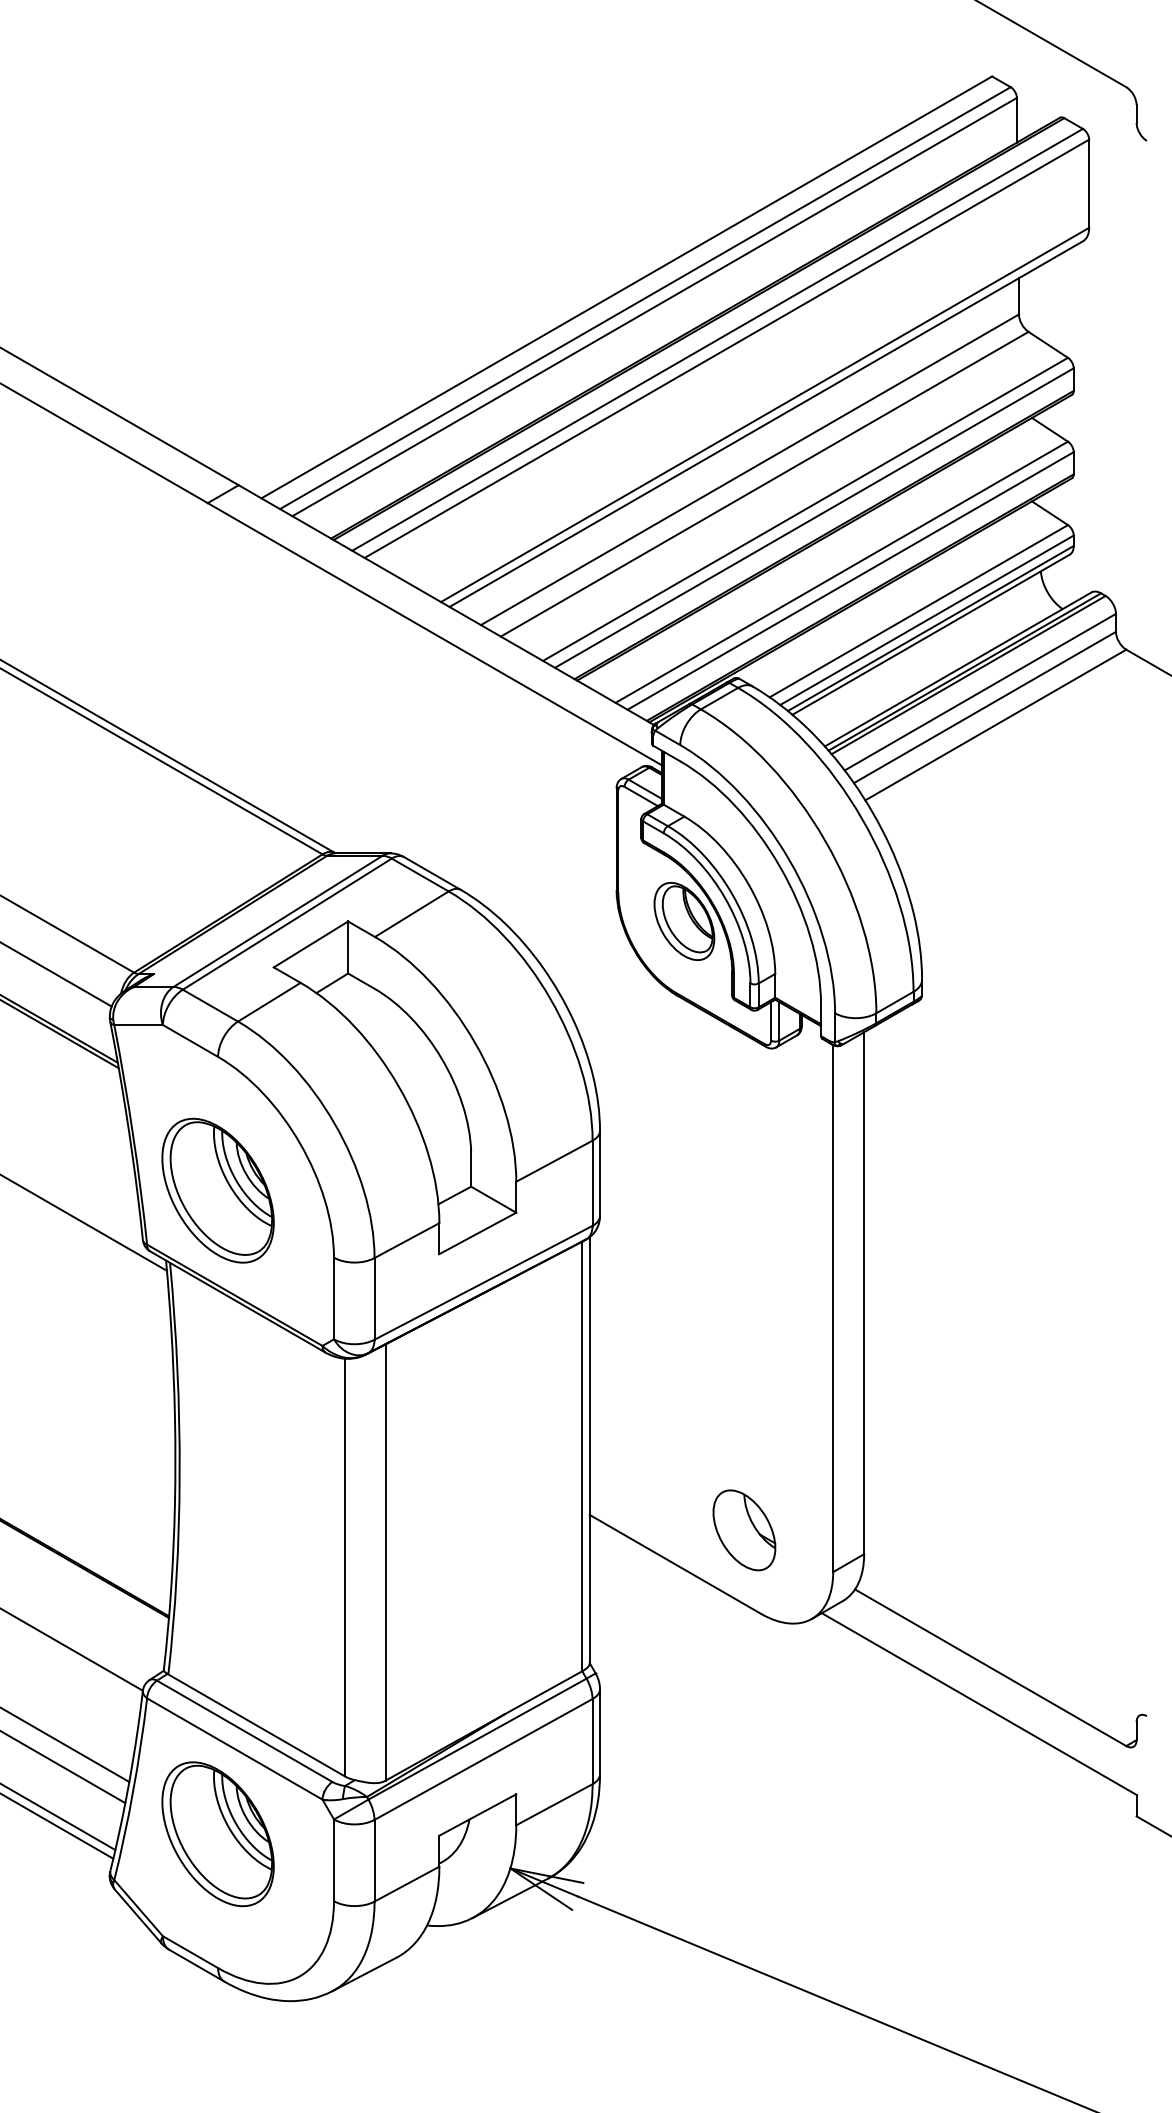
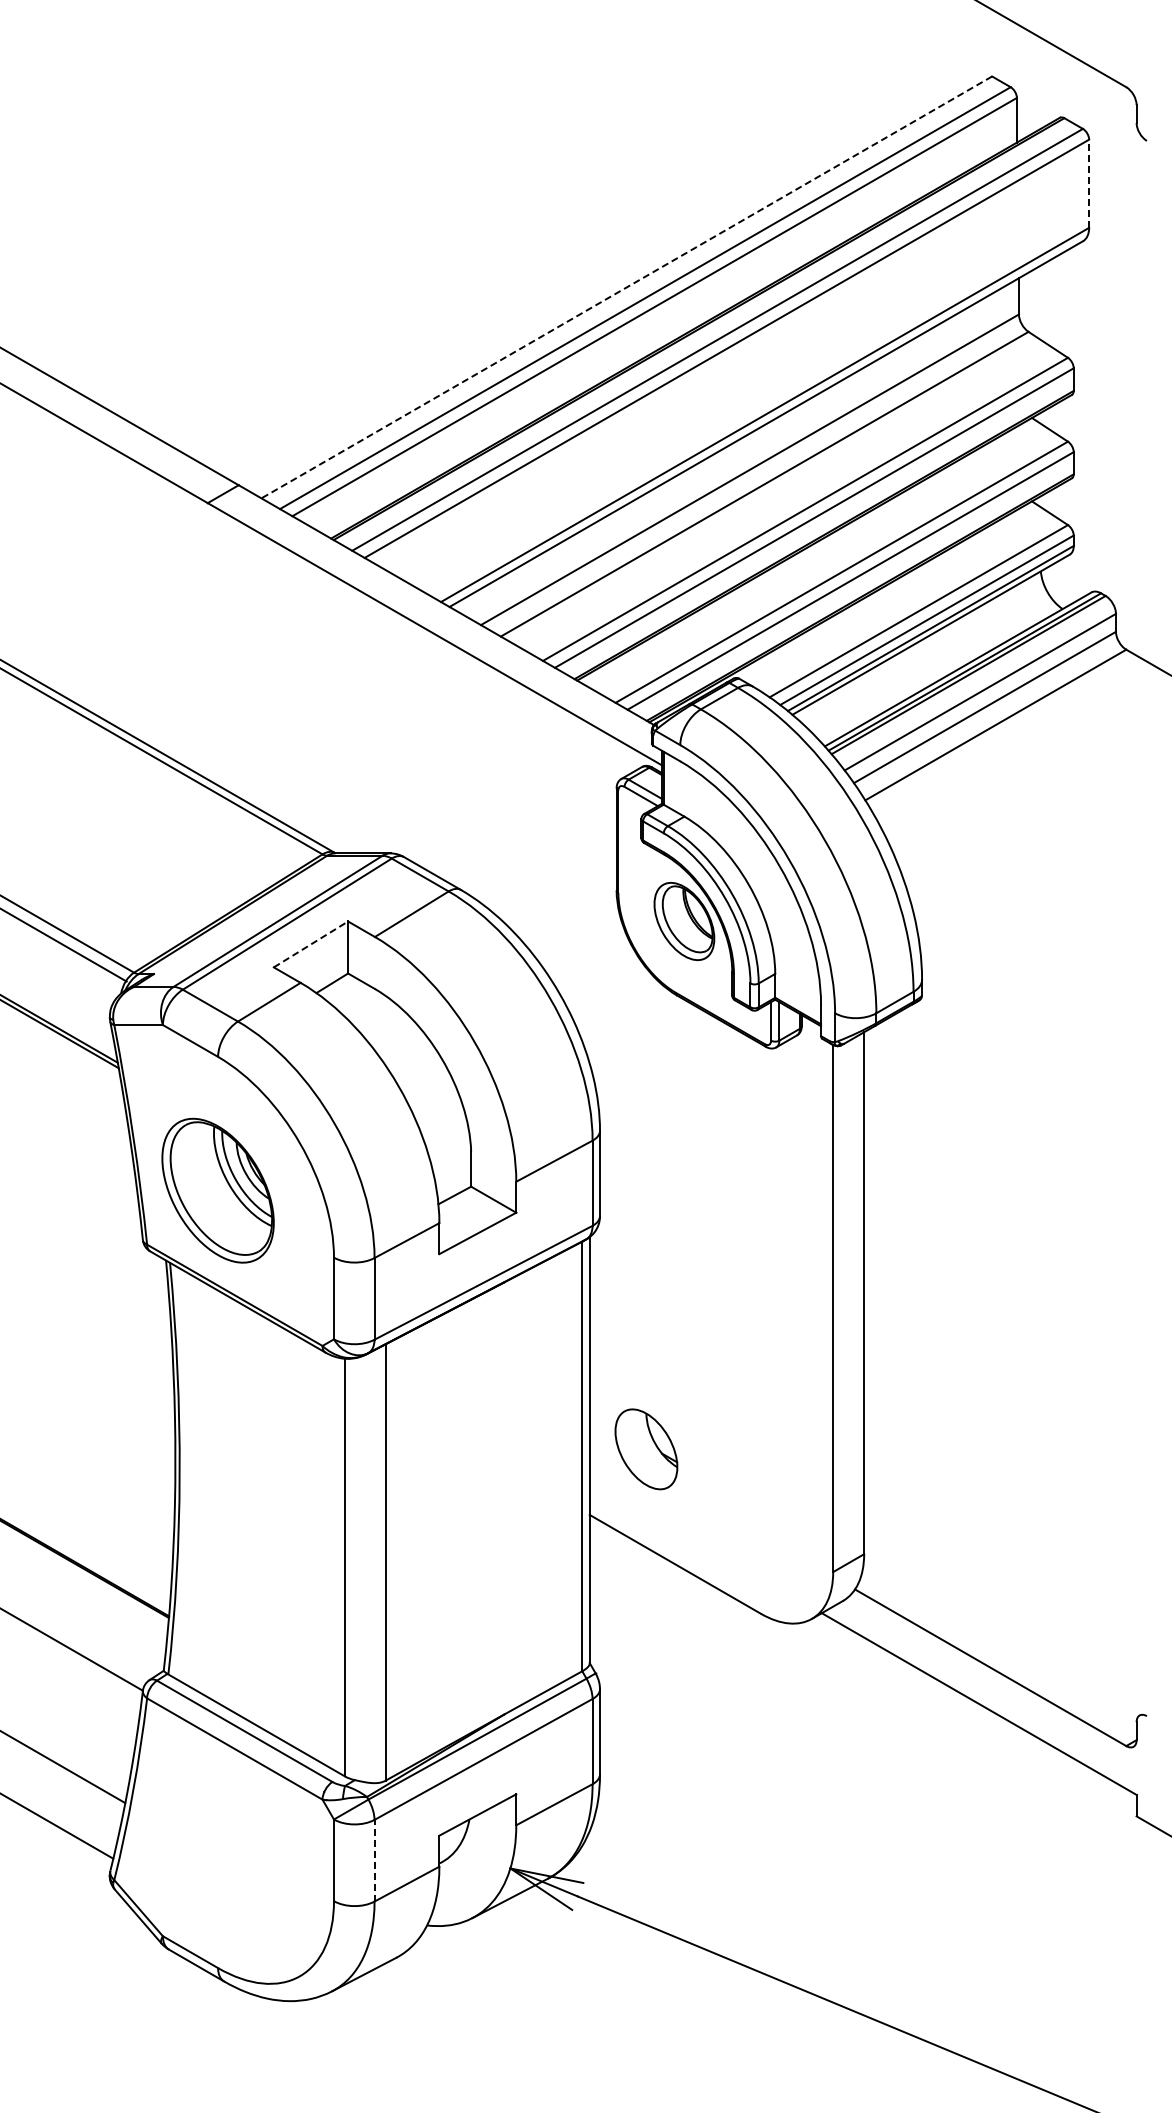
line at (1089, 183): solid -> dashed
line at (626, 287): solid -> dashed
line at (310, 944): solid -> dashed
line at (56, 974) position: (56, 974) -> (64, 945)
line at (84, 1222): present -> none
part at (744, 1530) position: (744, 1530) -> (646, 1449)
line at (65, 1744): present -> none
line at (58, 1817): present -> none
part at (217, 1834): present -> none
line at (374, 1860): solid -> dashed
